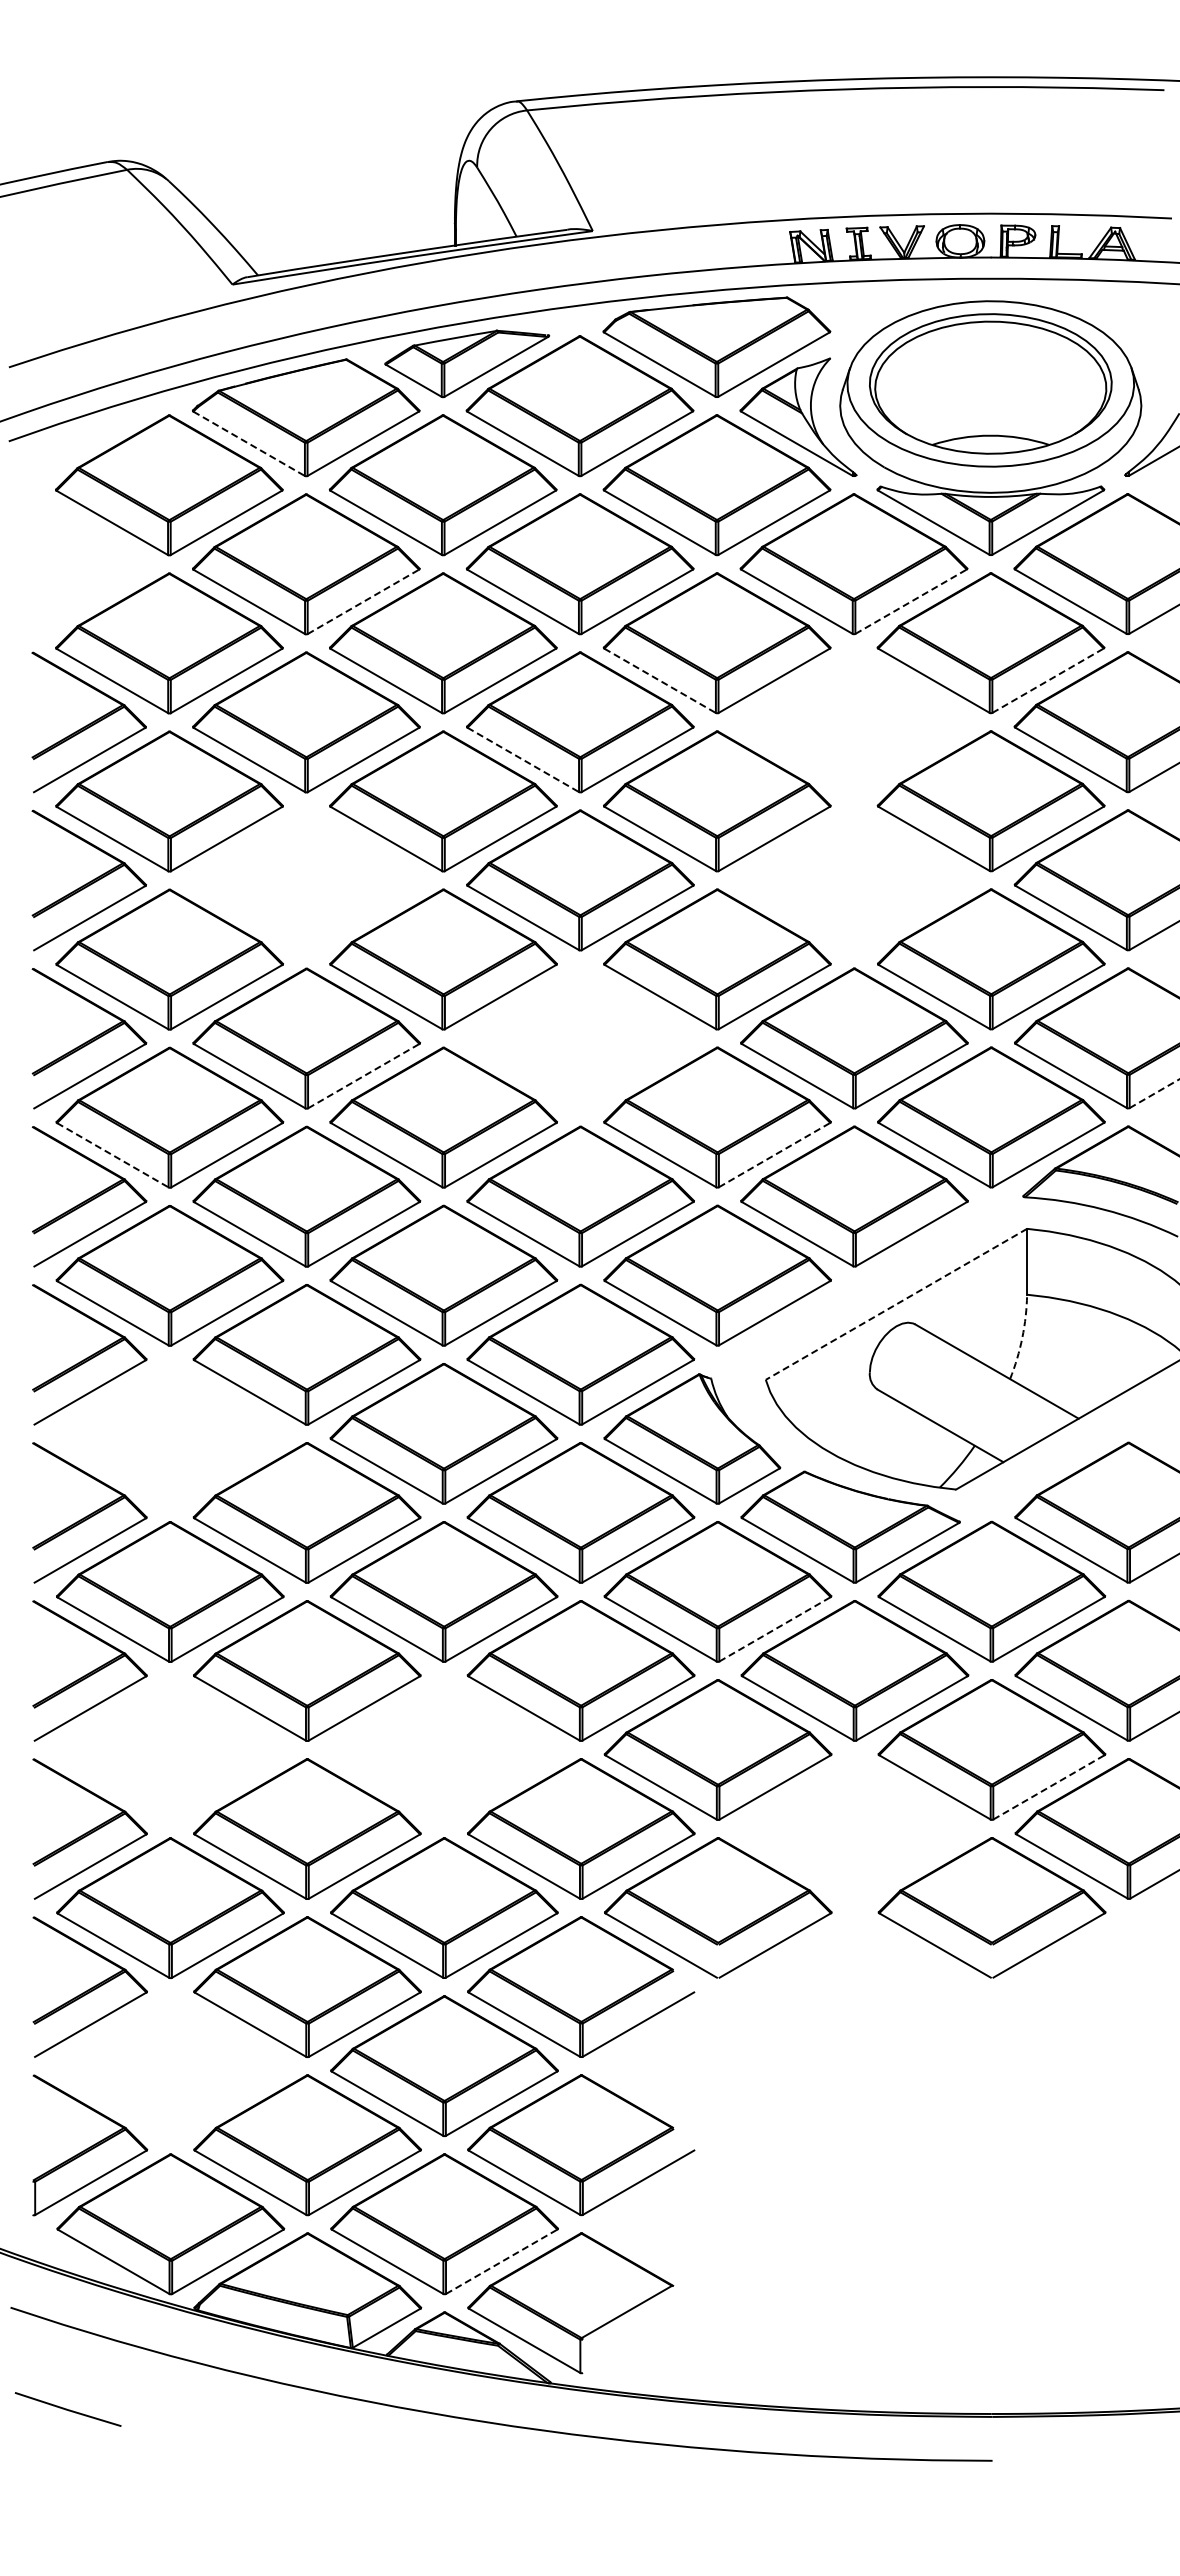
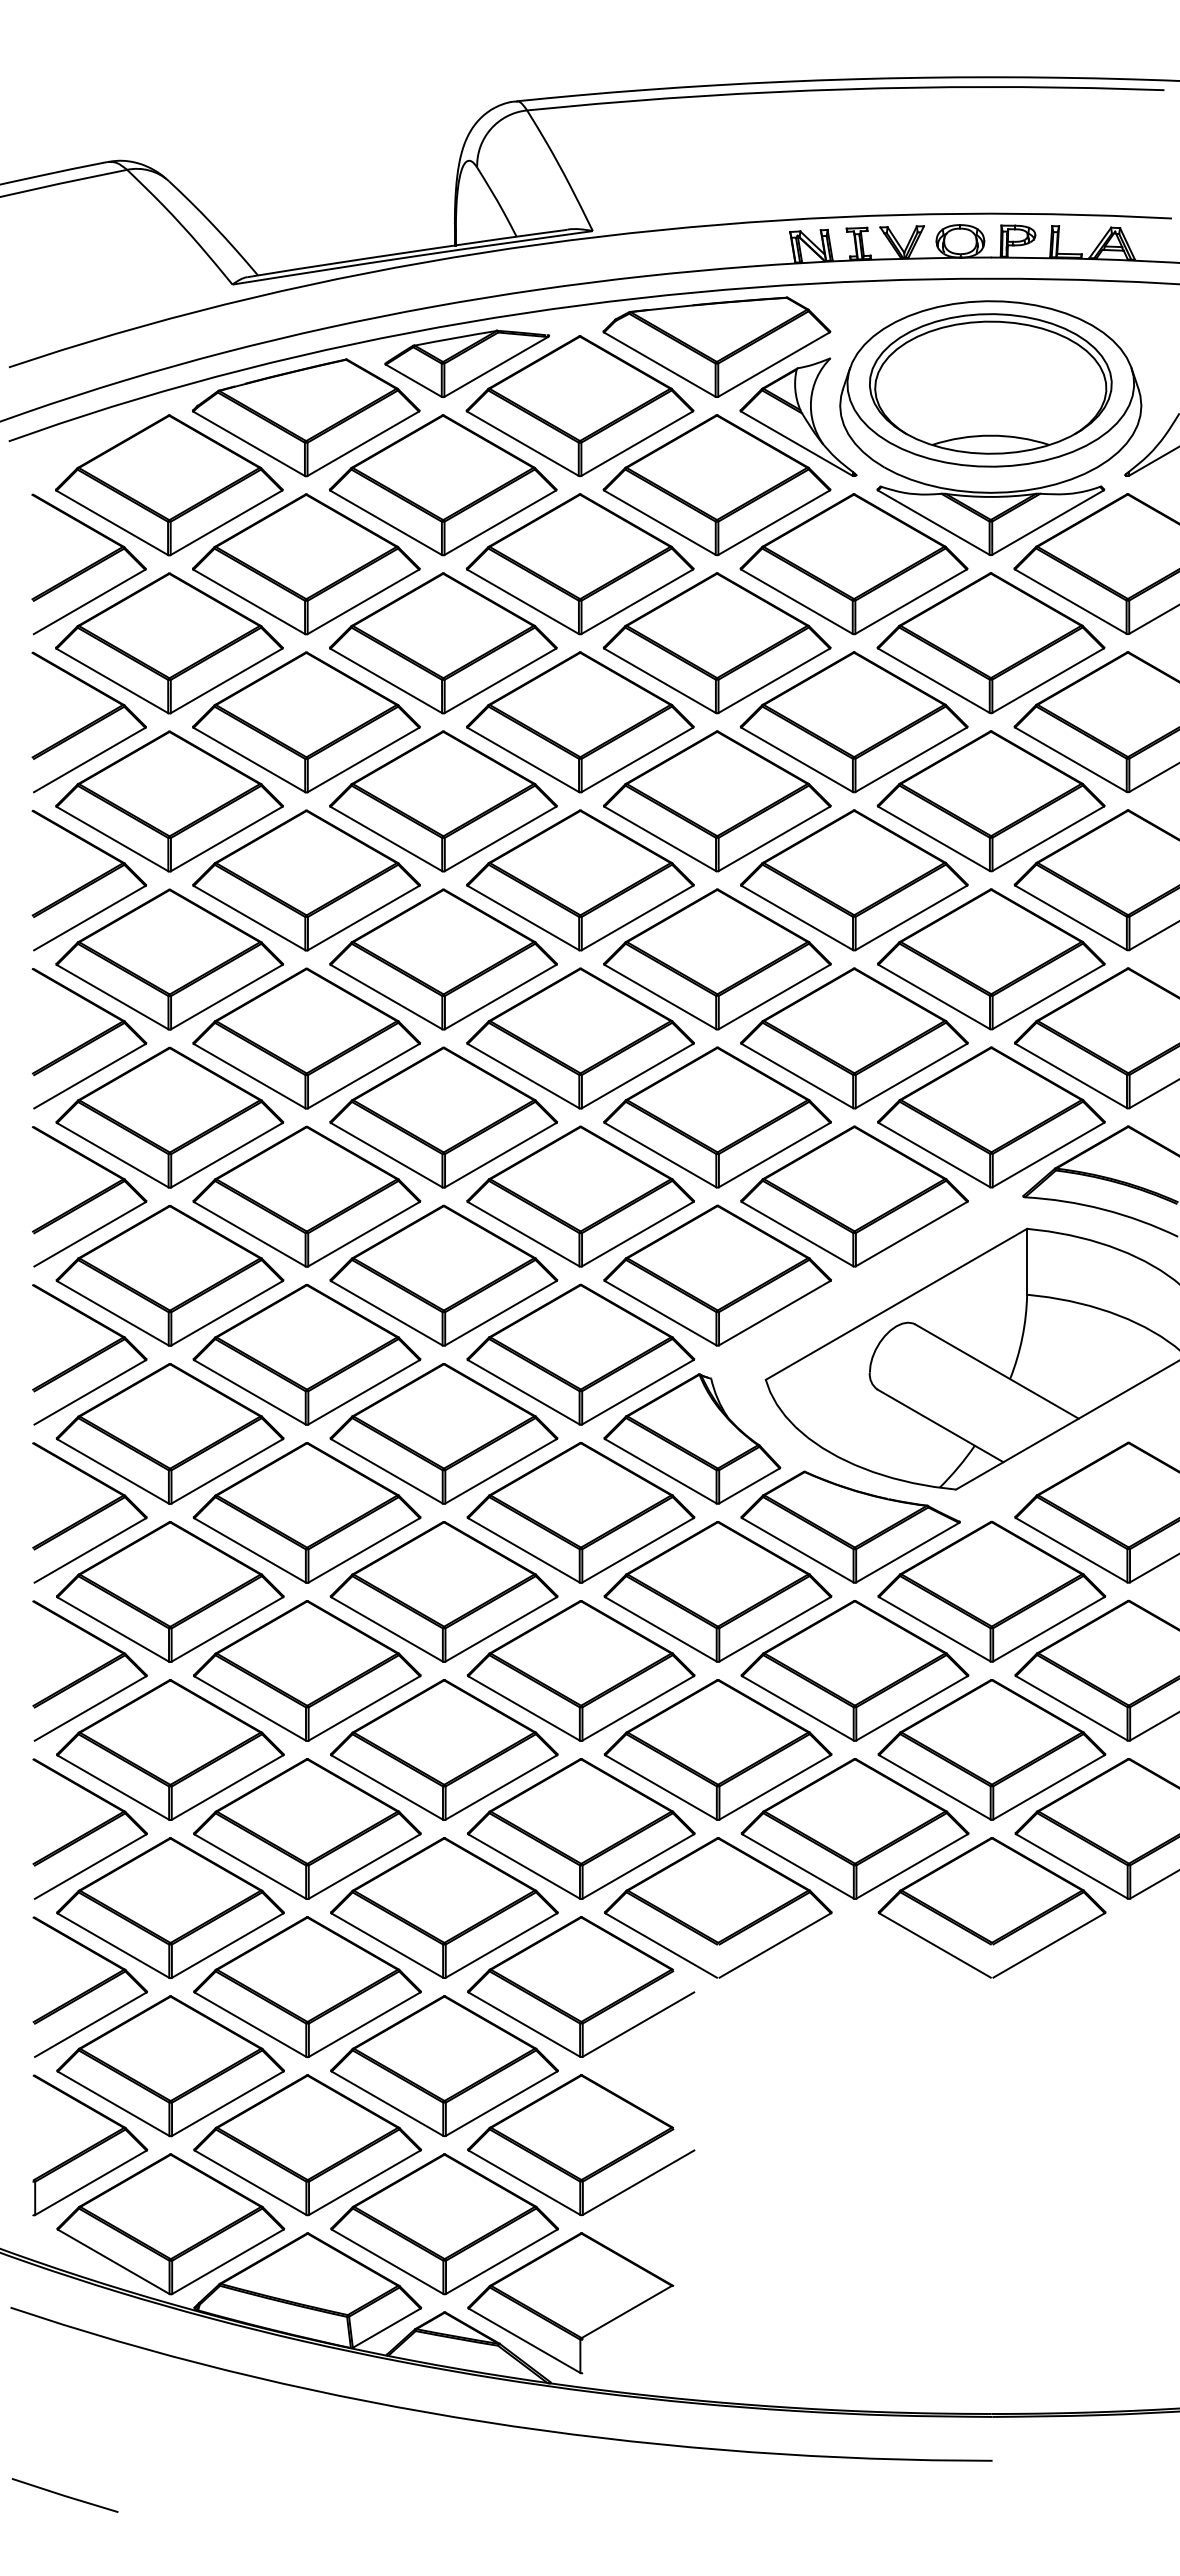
line at (249, 444): dashed -> solid
part at (88, 564): none -> present
line at (363, 601): dashed -> solid
line at (911, 601): dashed -> solid
line at (1048, 680): dashed -> solid
line at (660, 681): dashed -> solid
part at (853, 722): none -> present
line at (523, 760): dashed -> solid
part at (306, 880): none -> present
part at (854, 880): none -> present
part at (580, 1038): none -> present
line at (364, 1075): dashed -> solid
line at (1154, 1093): dashed -> solid
line at (775, 1154): dashed -> solid
line at (113, 1155): dashed -> solid
line at (896, 1304): dashed -> solid
arc at (1022, 1337): dashed -> solid
part at (169, 1433): none -> present
line at (775, 1629): dashed -> solid
part at (170, 1749): none -> present
part at (444, 1749): none -> present
line at (1049, 1787): dashed -> solid
part at (854, 1828): none -> present
part at (170, 2066): none -> present
line at (502, 2261): dashed -> solid
line at (67, 2409) position: (67, 2409) -> (64, 2495)
